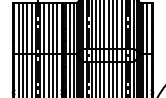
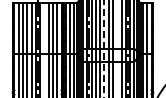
line at (44, 48): present -> none
line at (117, 48): present -> none
line at (104, 49): solid -> dashed
